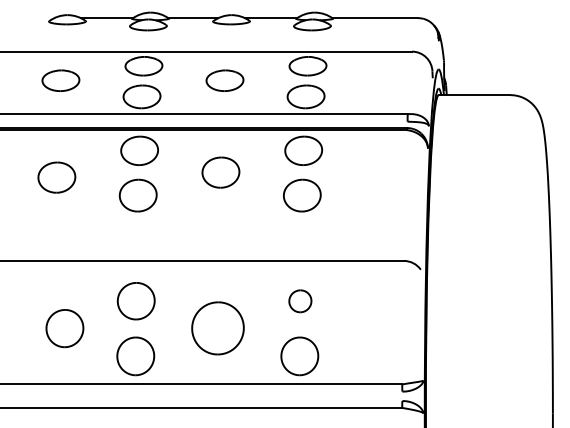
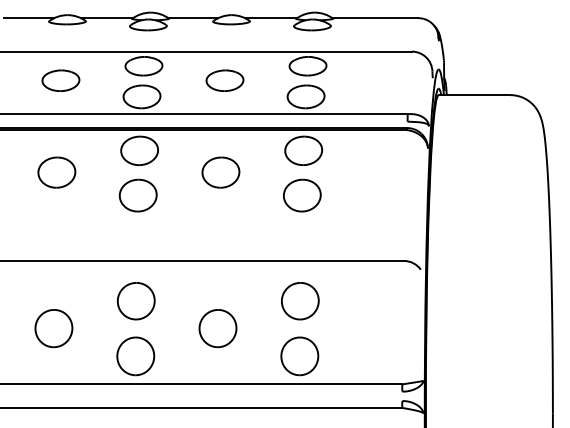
line at (29, 18): none -> present
part at (56, 177) position: (56, 177) -> (56, 172)
part at (300, 301) size: 25x25 px -> 39x39 px
part at (64, 328) position: (64, 328) -> (53, 328)
part at (217, 328) size: 54x55 px -> 40x40 px
